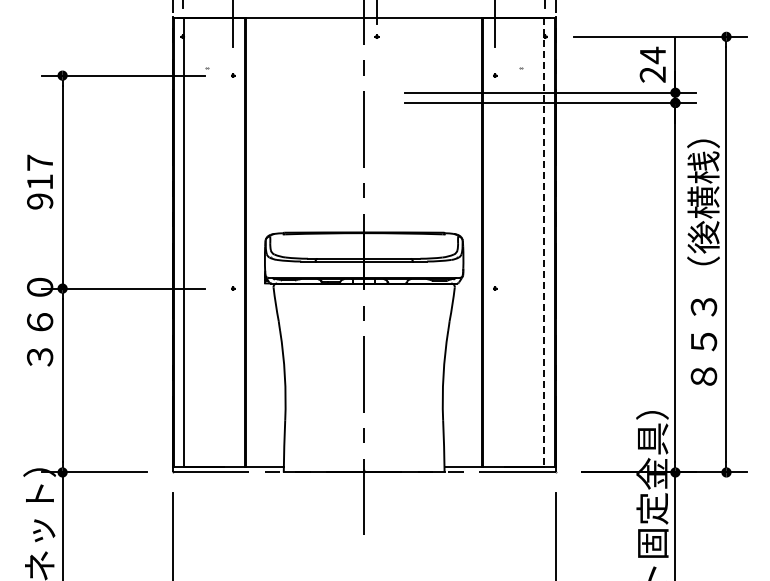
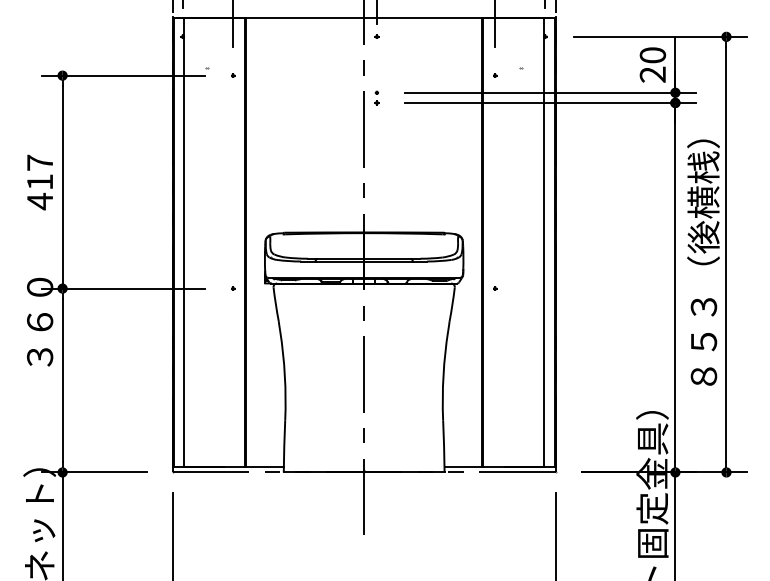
text at (652, 55): 24 -> 20
part at (376, 97): none -> present
text at (40, 201): 917 -> 417
line at (544, 242): dashed -> solid
